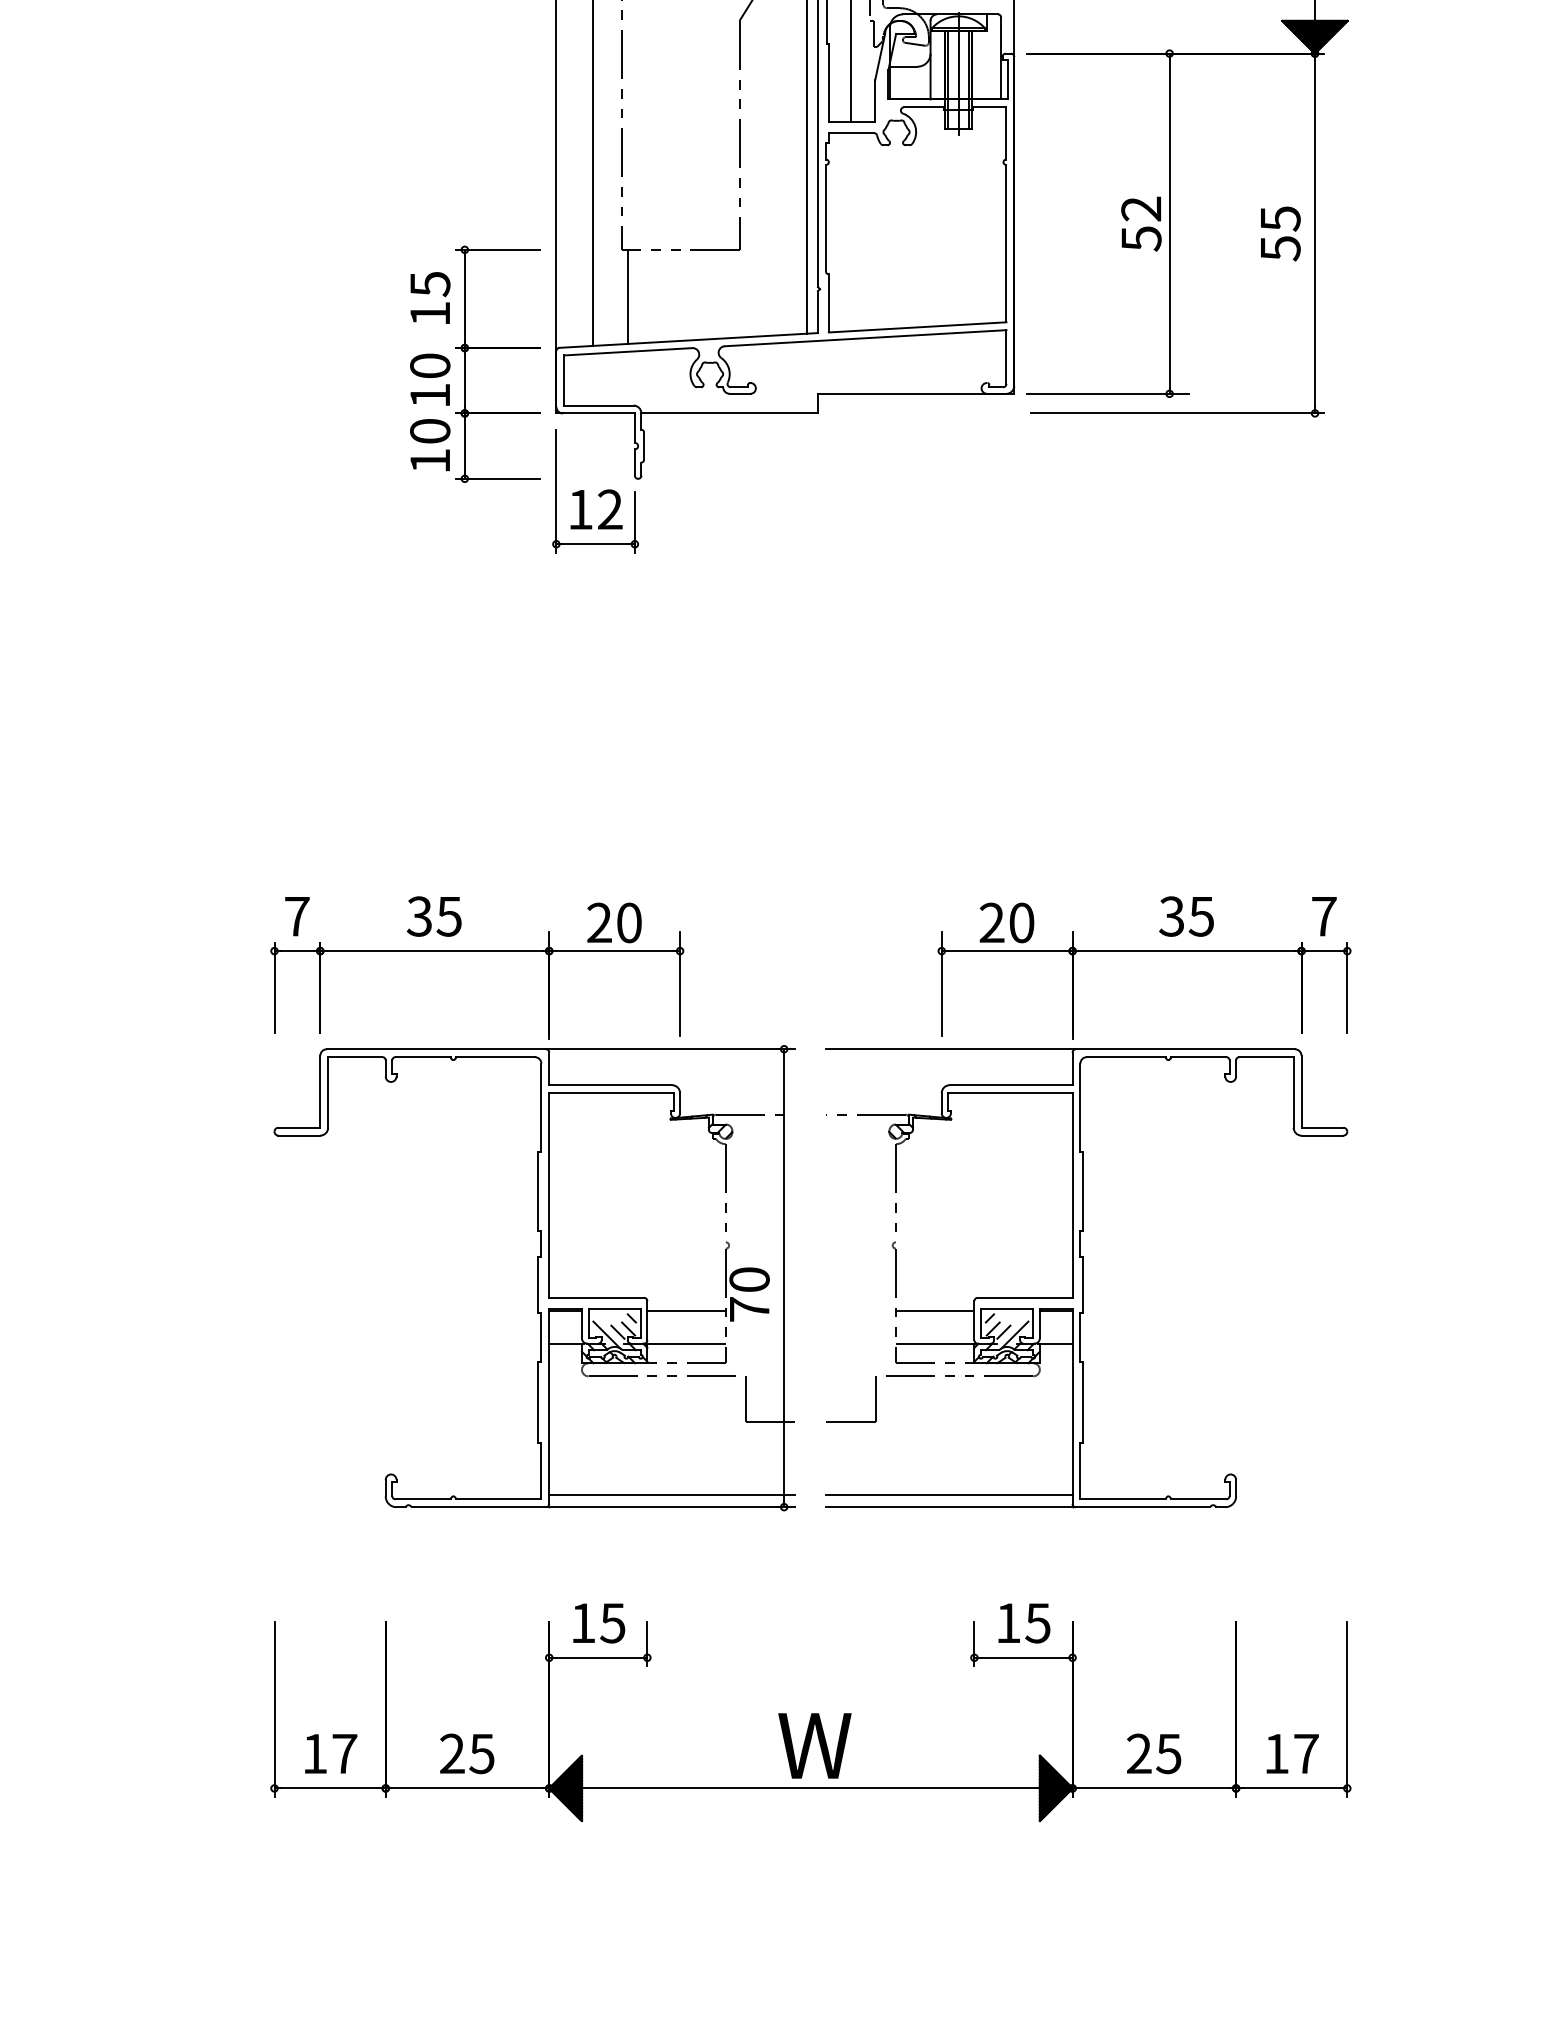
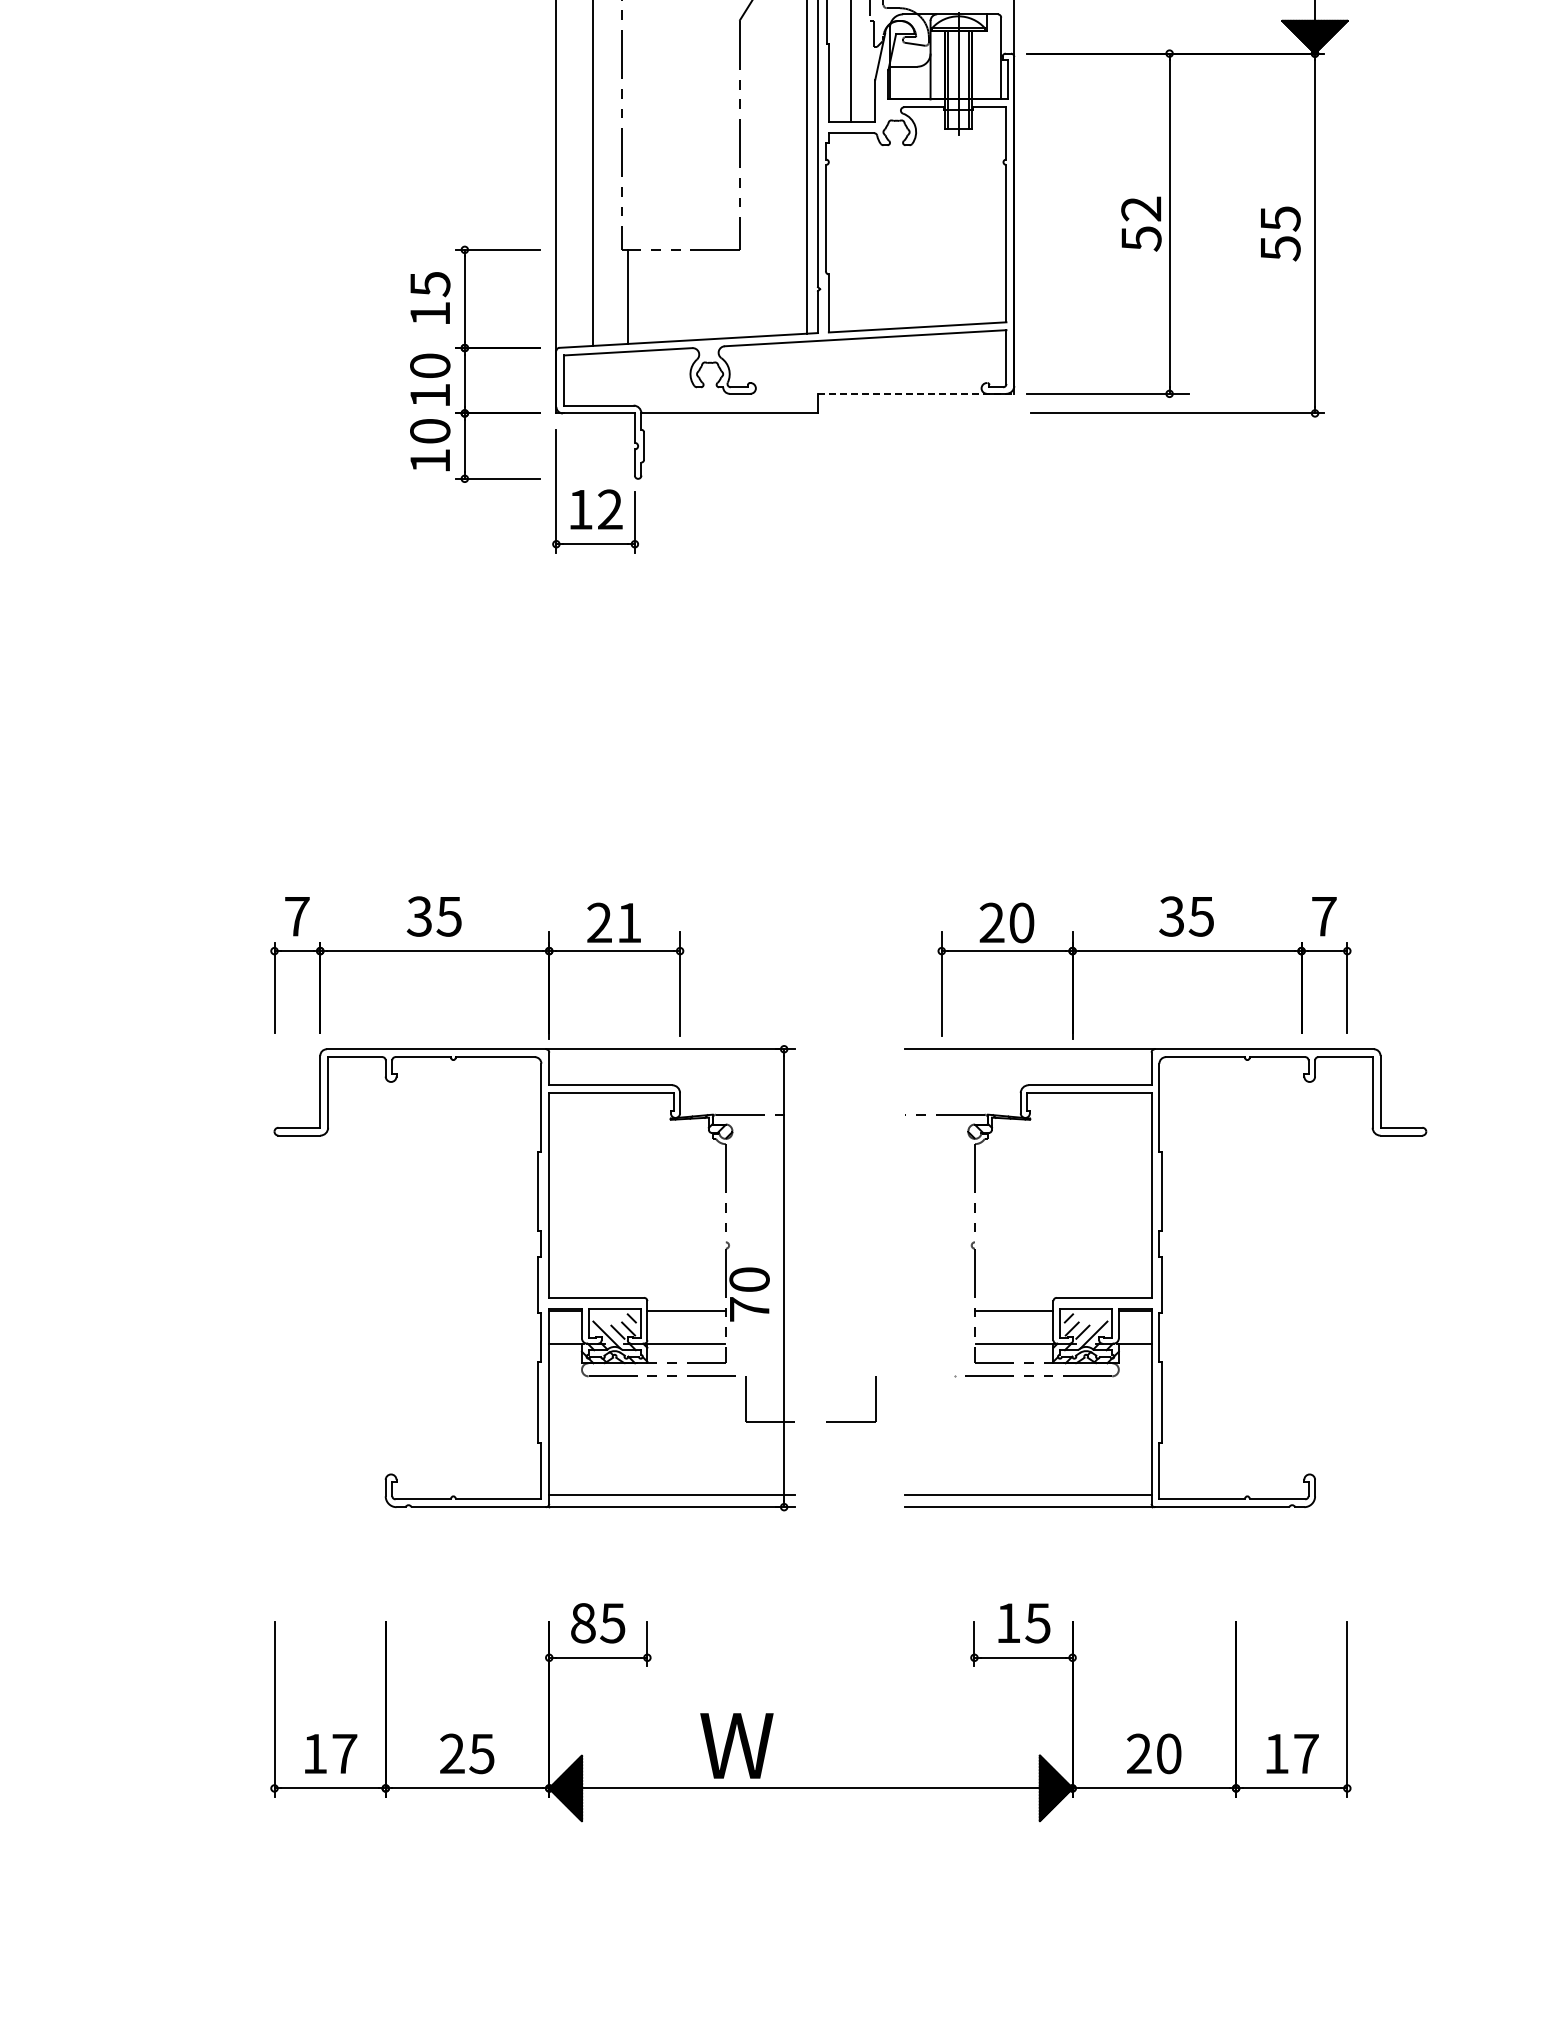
line at (916, 393): solid -> dashed
text at (629, 922): 20 -> 21
part at (1086, 1278) position: (1086, 1278) -> (1165, 1278)
text at (583, 1623): 15 -> 85
text at (814, 1745) position: (814, 1745) -> (736, 1745)
text at (1168, 1753): 25 -> 20
